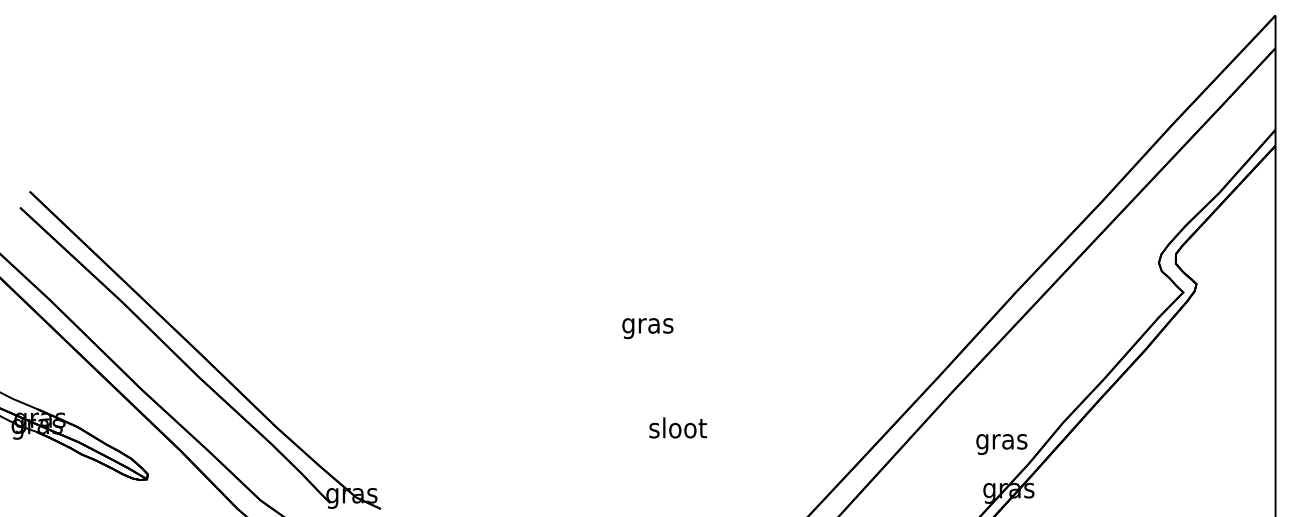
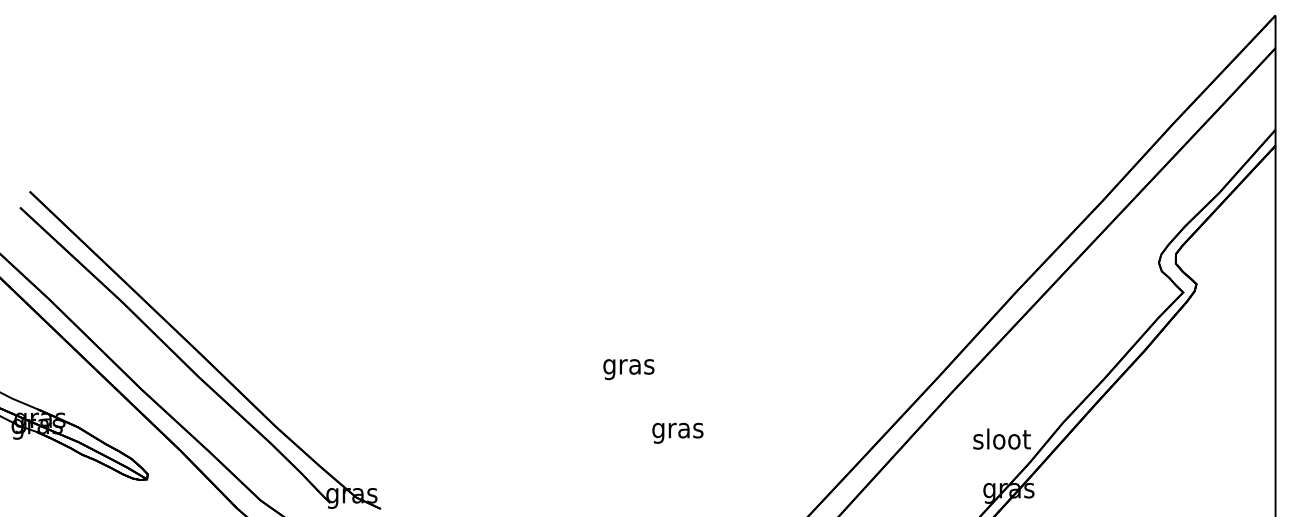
text at (647, 328) position: (647, 328) -> (628, 369)
text at (677, 430): sloot -> gras
text at (1001, 441): gras -> sloot
